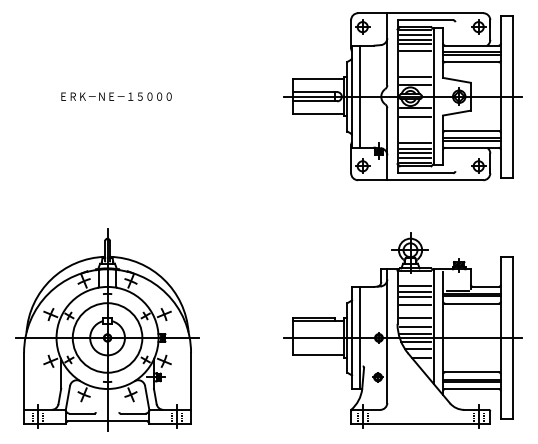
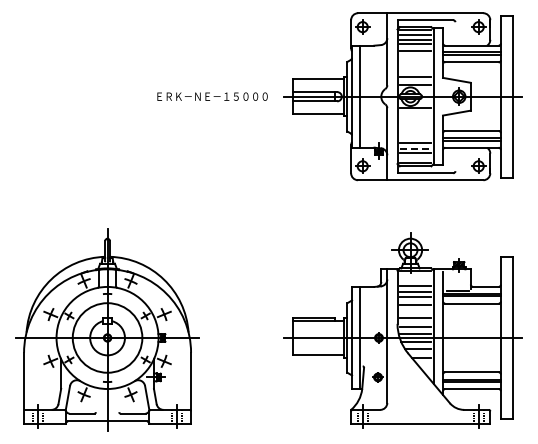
text at (116, 96) position: (116, 96) -> (212, 96)
line at (415, 116): present -> none
line at (415, 148): solid -> dashed
line at (415, 158): present -> none
